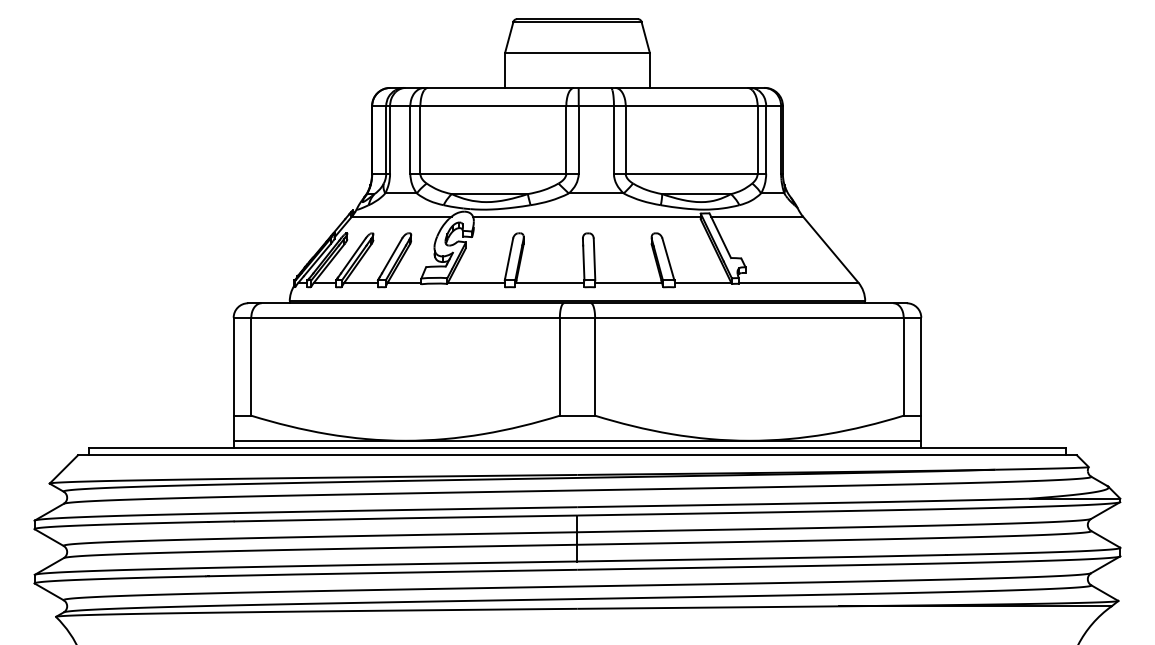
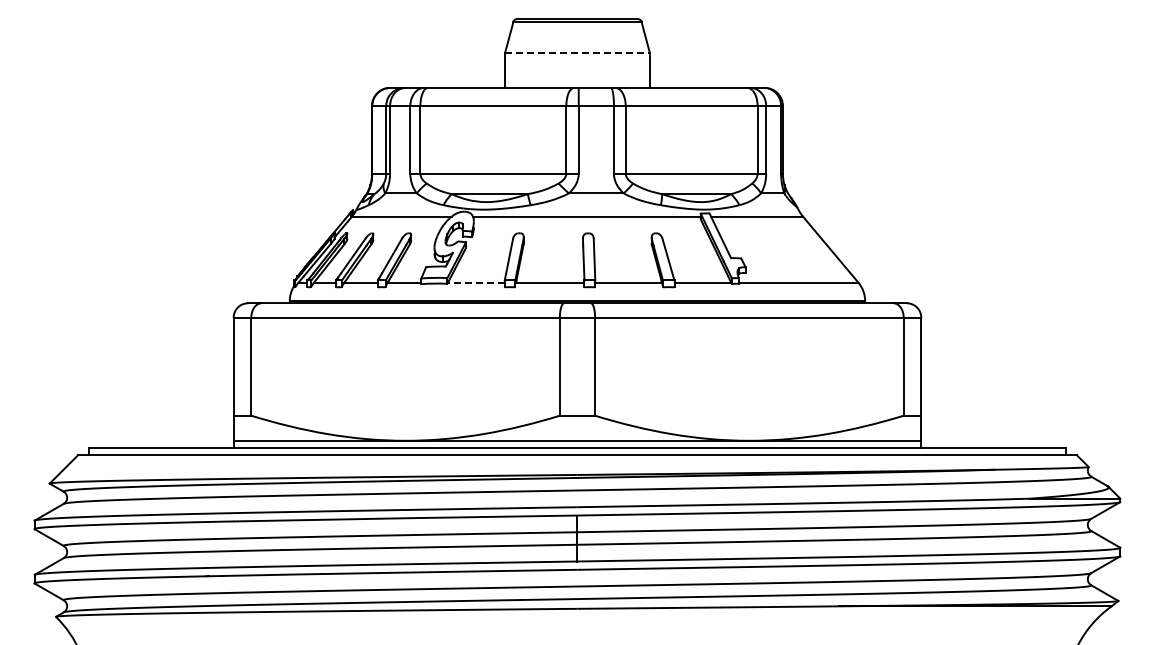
line at (577, 52): solid -> dashed
line at (475, 282): solid -> dashed
